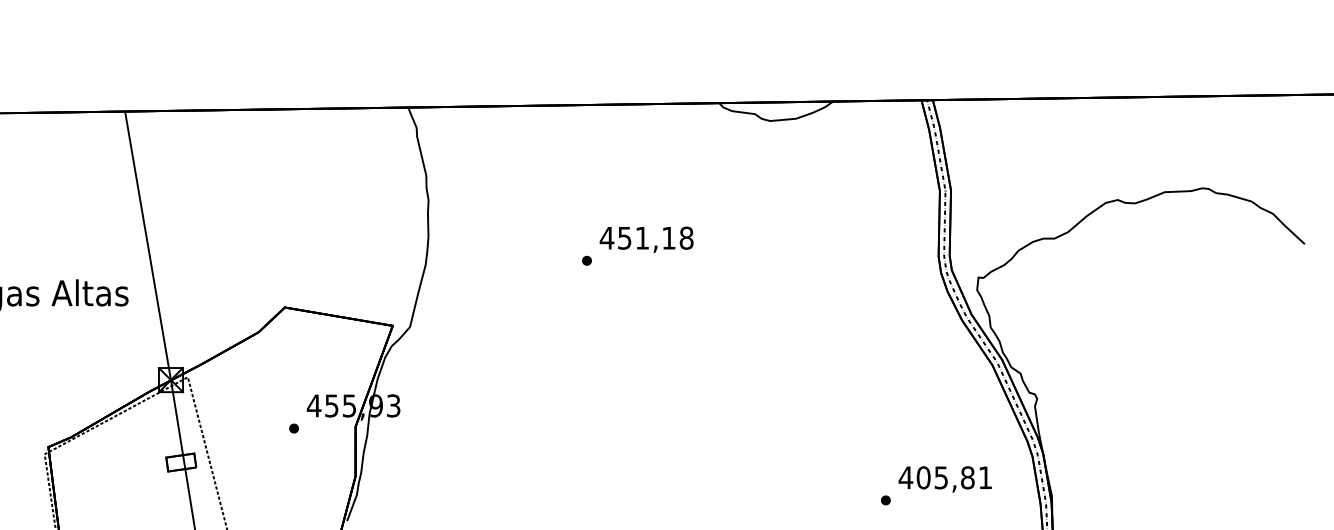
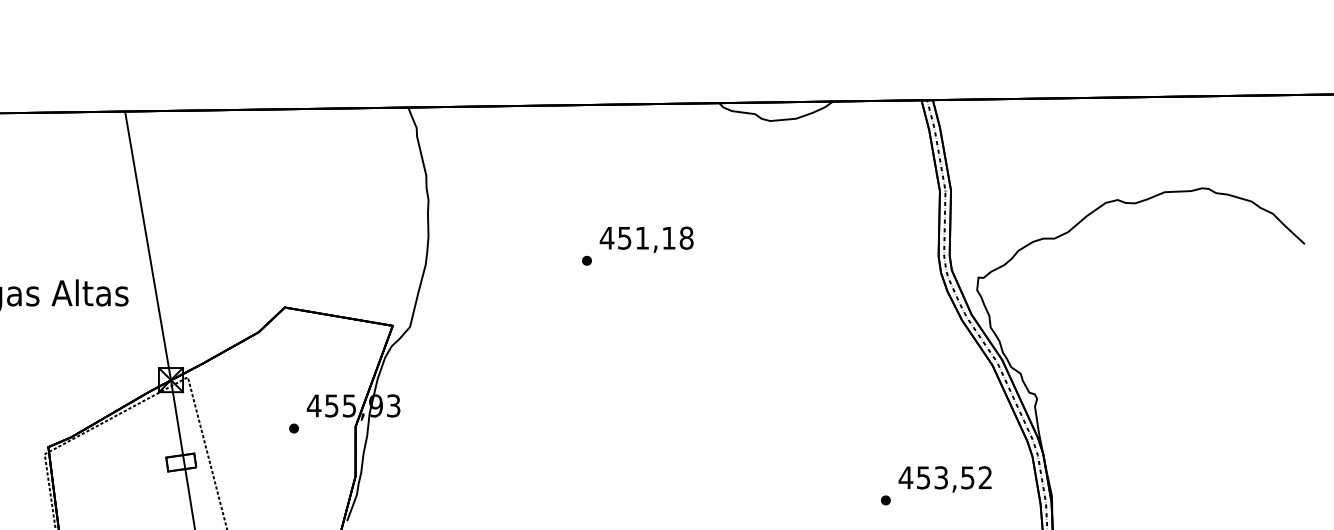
text at (953, 477): 405,81 -> 453,52
